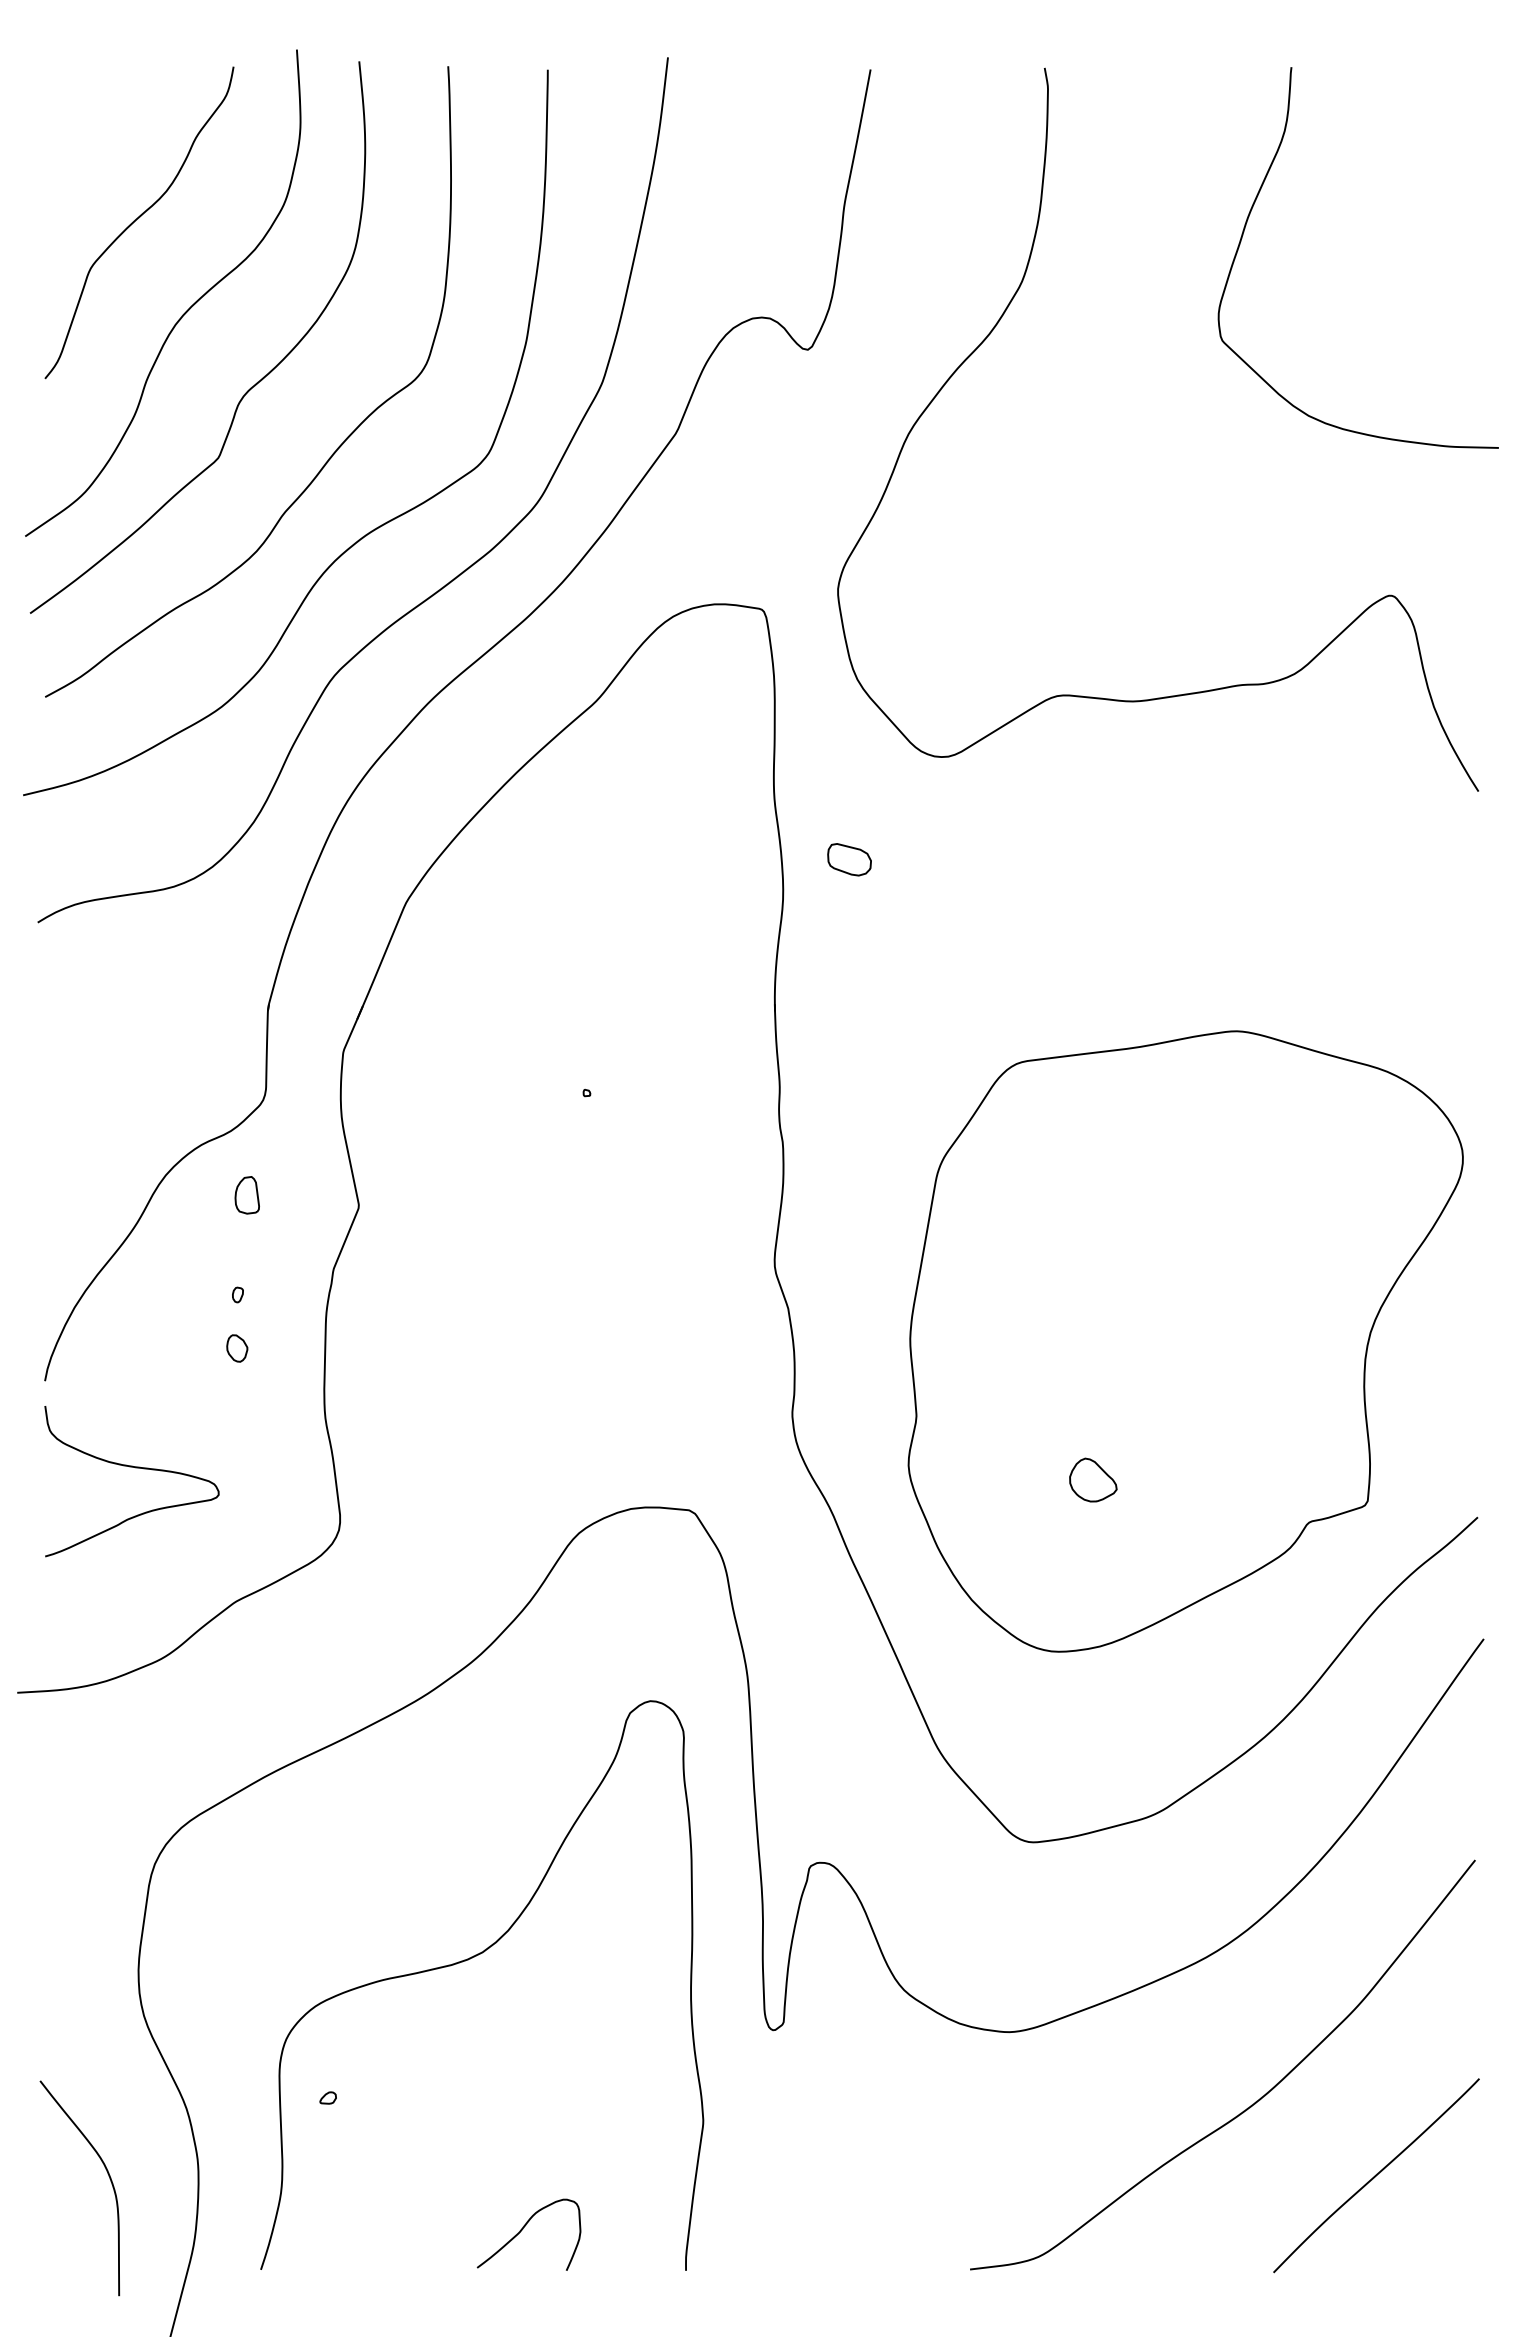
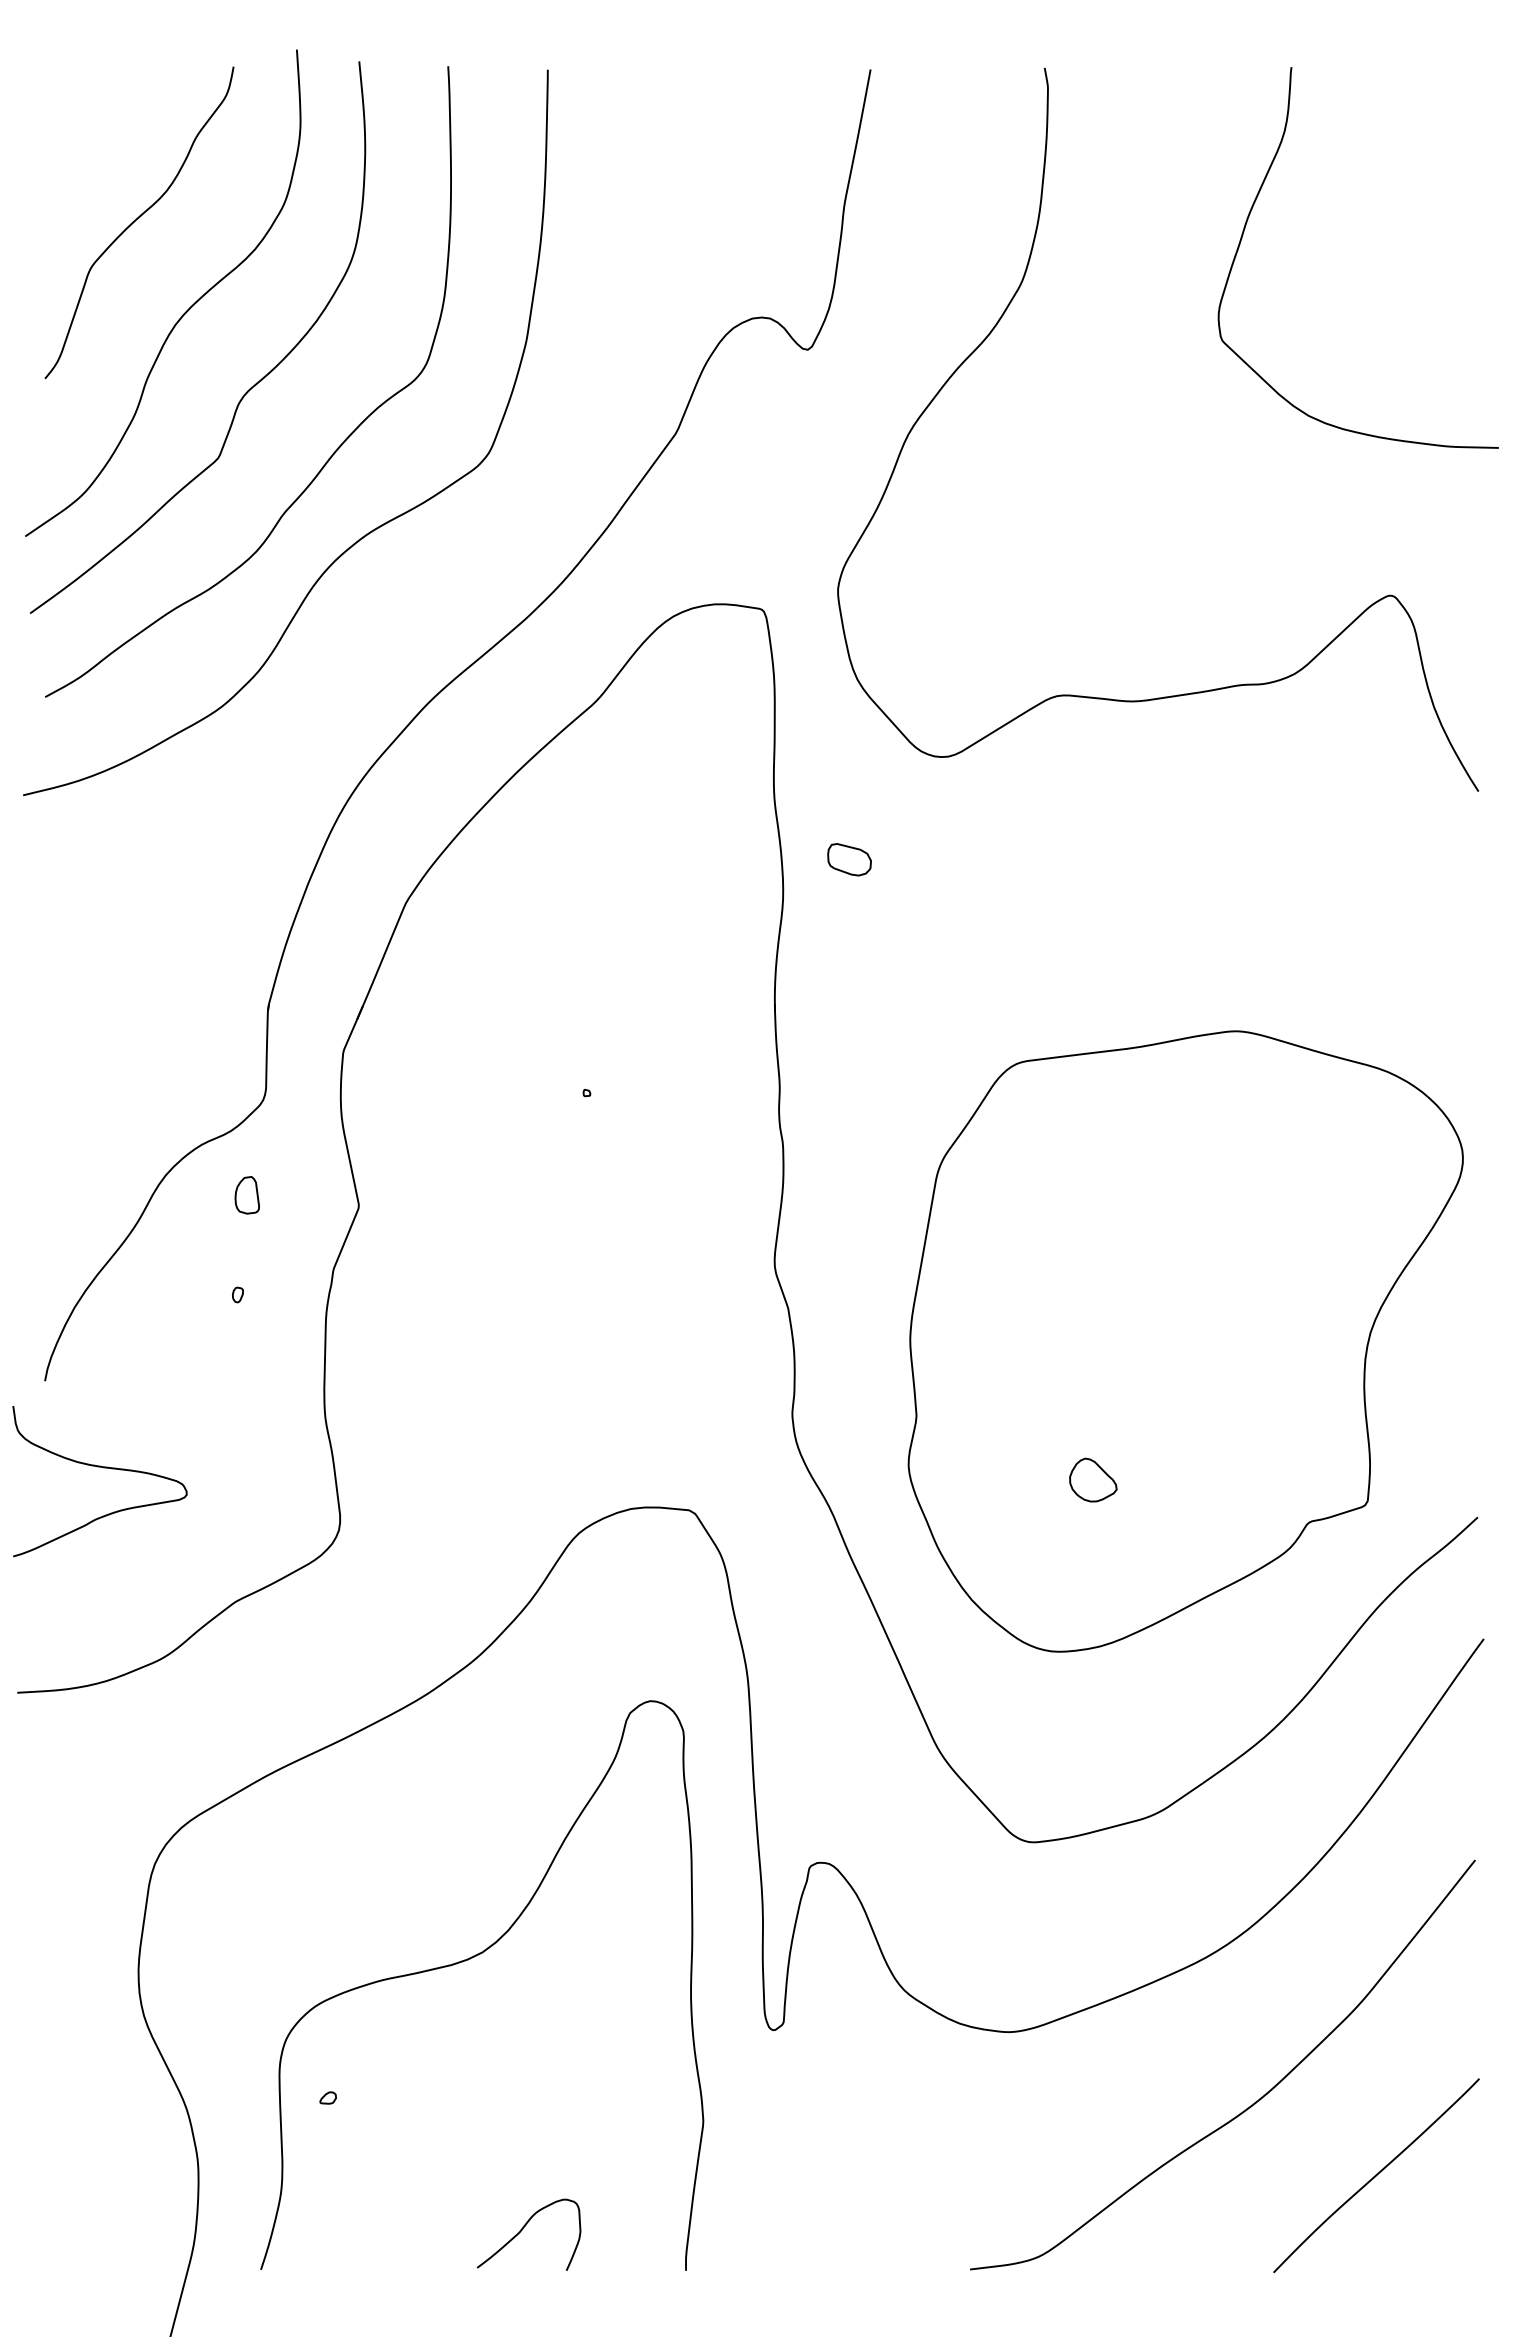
curve at (427, 597): present -> none
part at (237, 1348): present -> none
curve at (135, 1468) position: (135, 1468) -> (103, 1468)
curve at (107, 2174): present -> none
